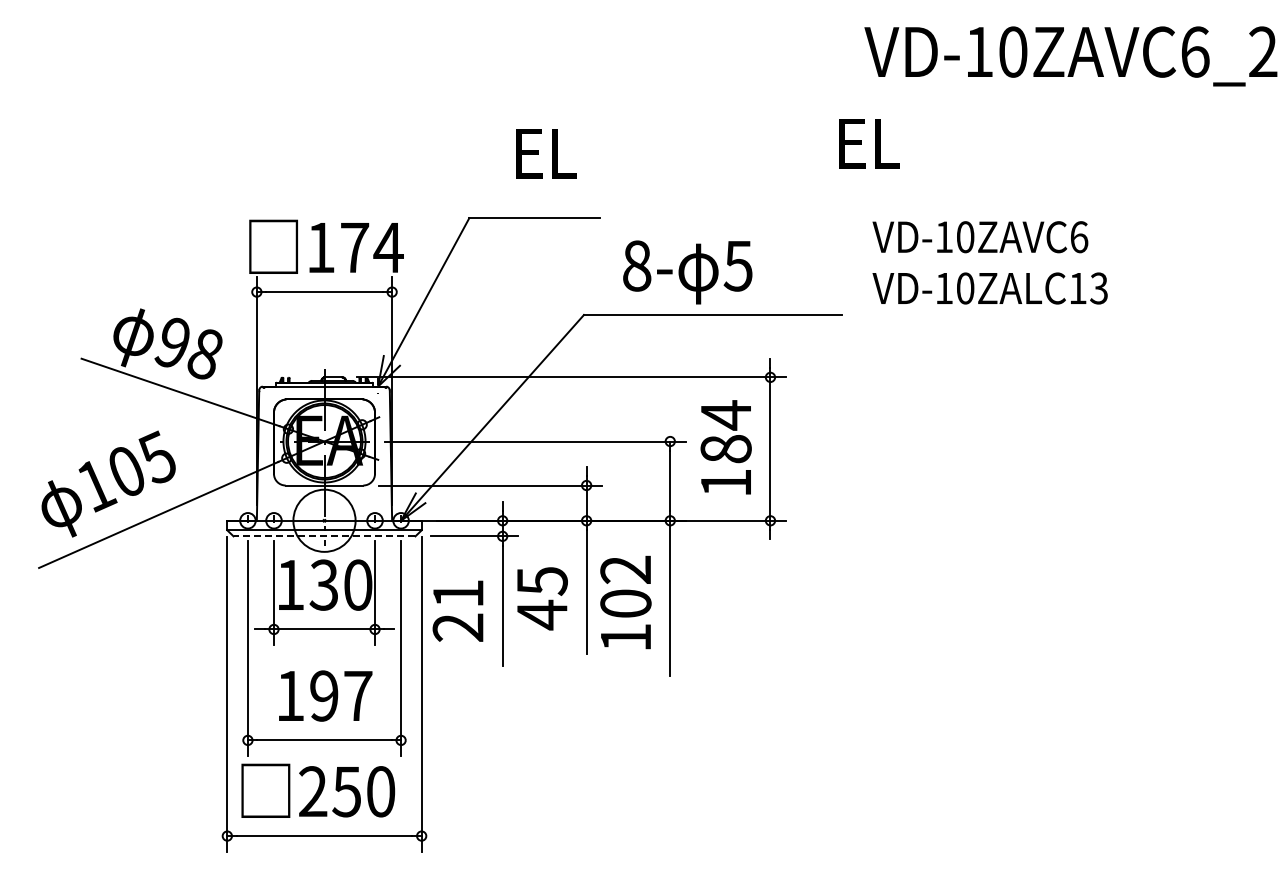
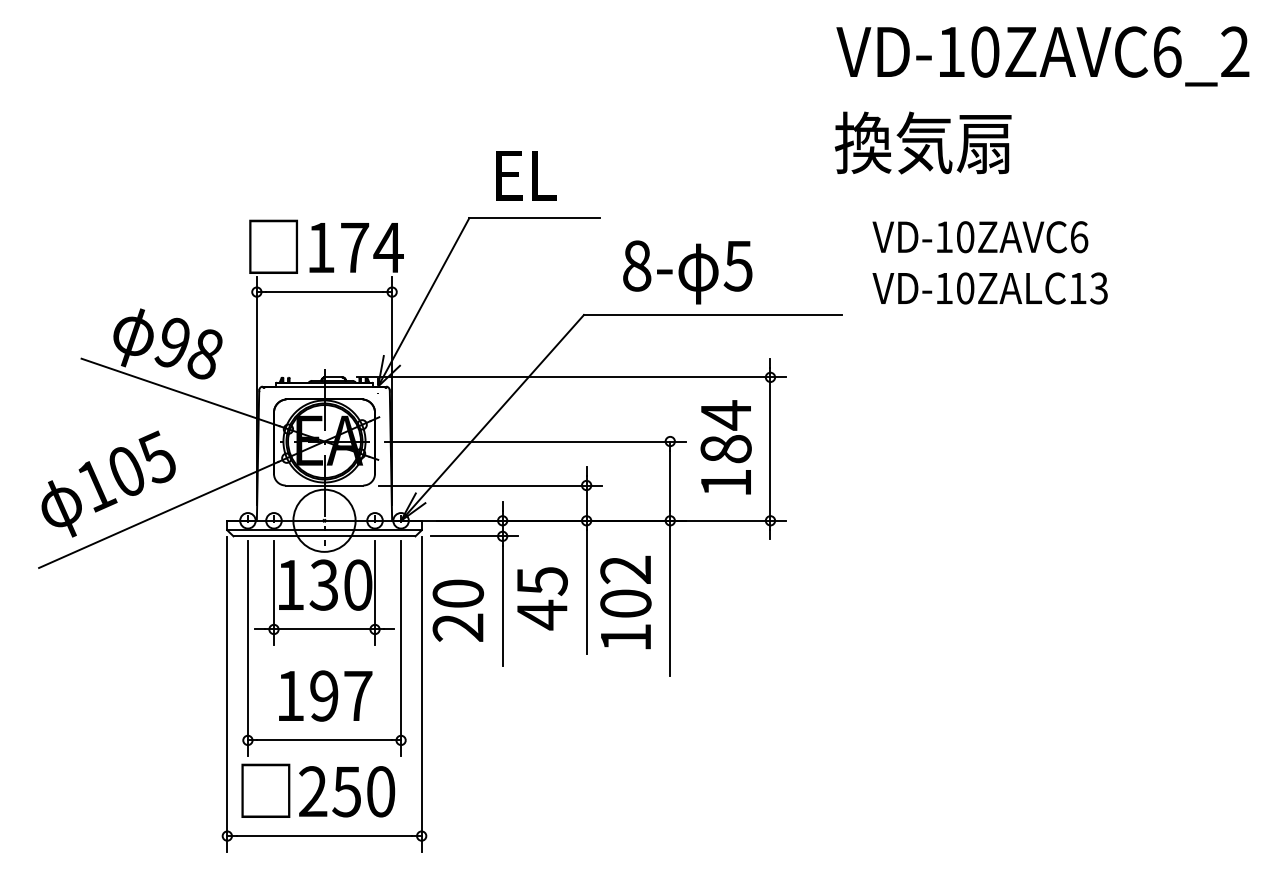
text at (1070, 56) position: (1070, 56) -> (1042, 56)
text at (922, 142): EL -> 換気扇
text at (546, 153) position: (546, 153) -> (526, 175)
line at (324, 536): dashed -> solid
text at (458, 593): 21 -> 20
